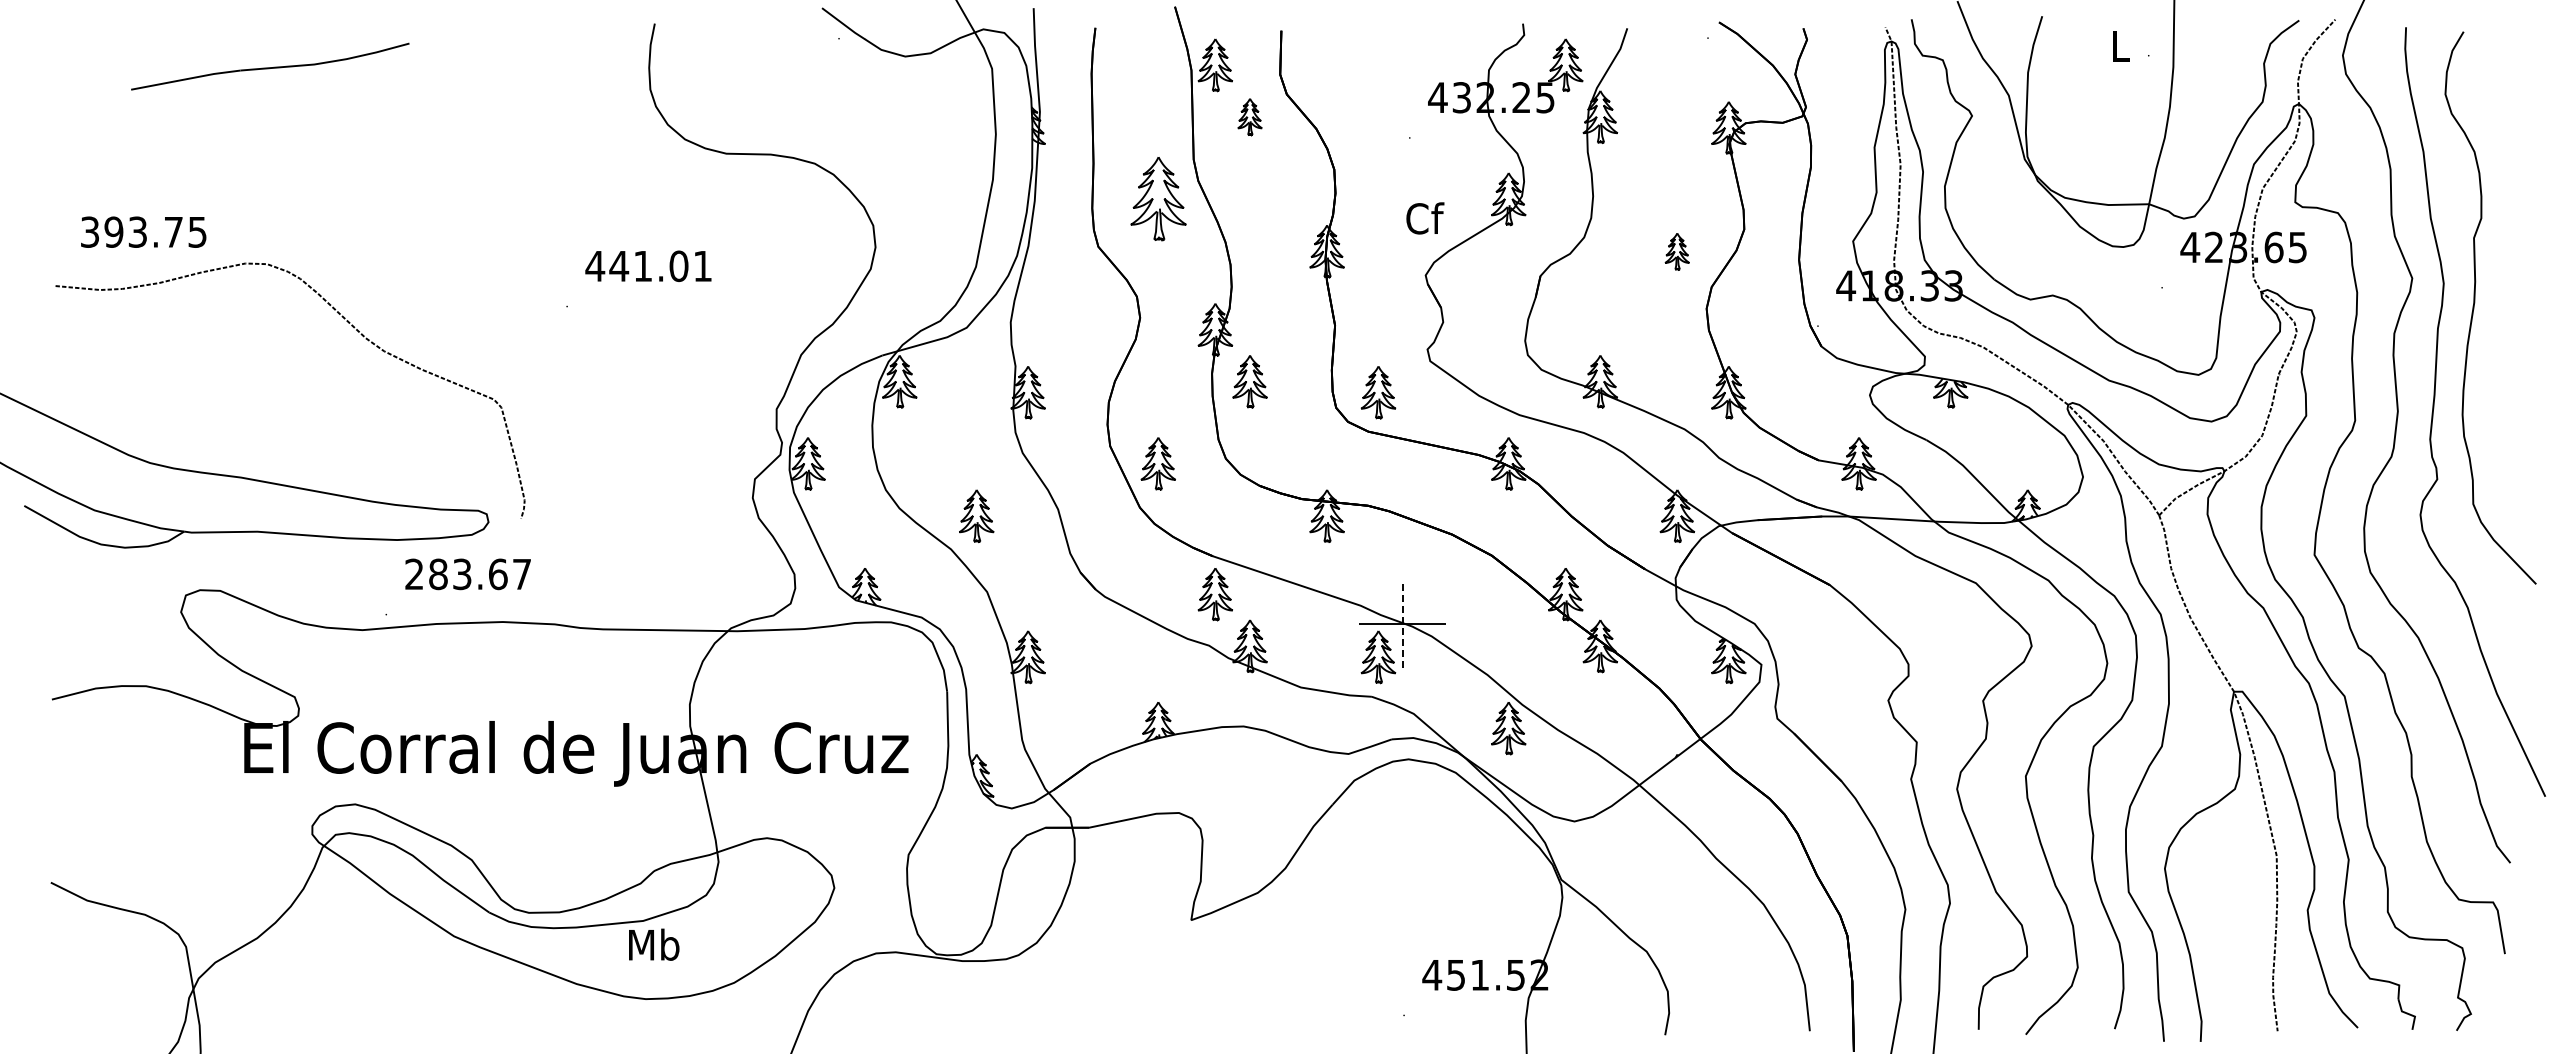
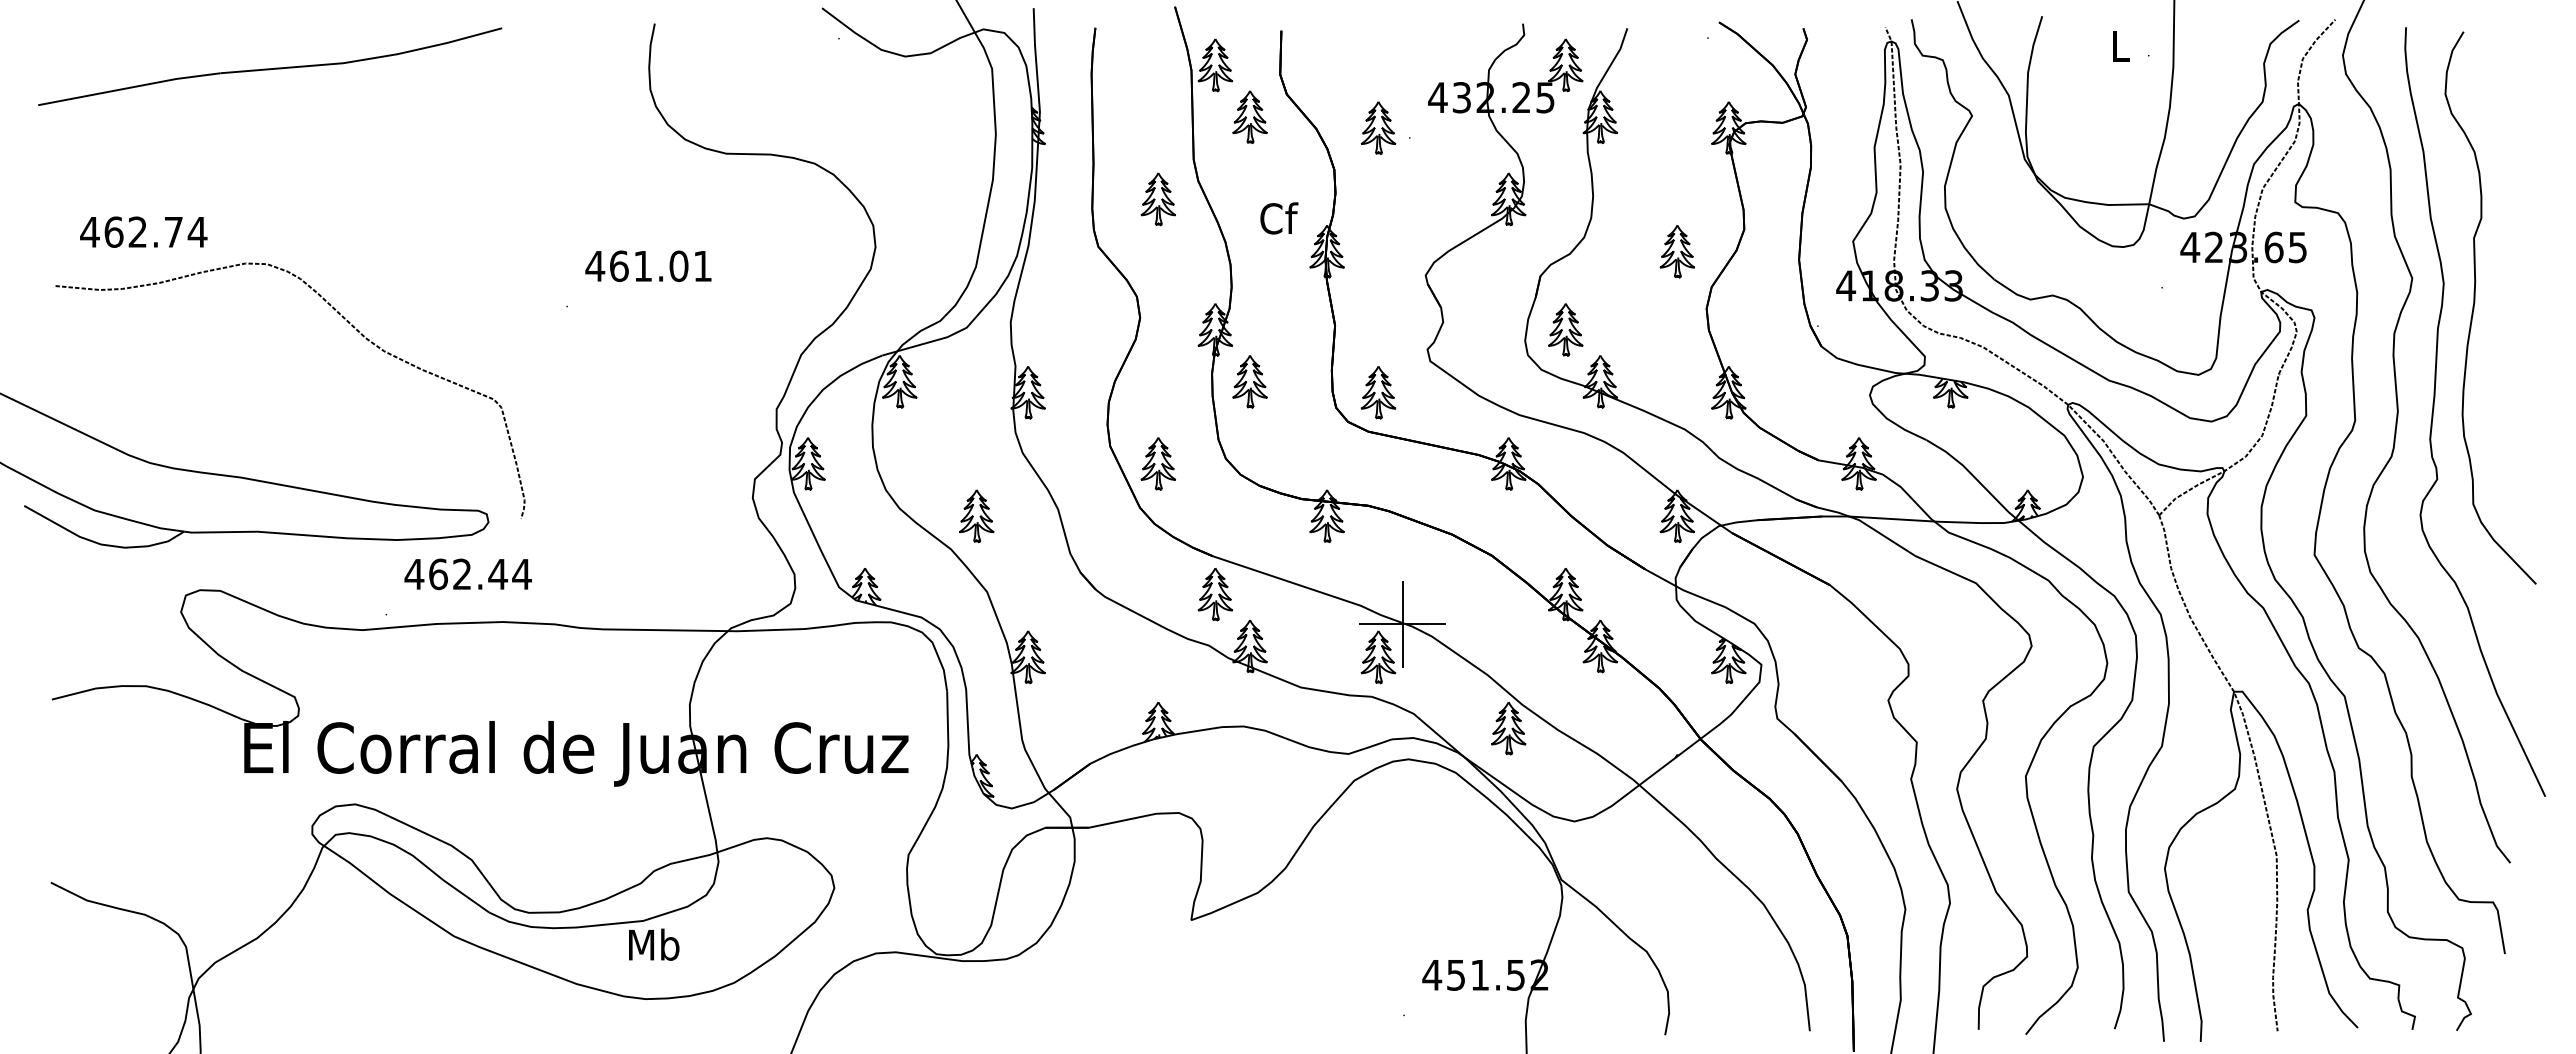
part at (270, 66) size: 279x49 px -> 465x79 px
part at (1249, 117) size: 26x39 px -> 36x54 px
part at (1378, 127): none -> present
part at (1158, 199) size: 57x85 px -> 36x55 px
text at (1425, 218) position: (1425, 218) -> (1279, 218)
text at (143, 231): 393.75 -> 462.74
part at (1676, 251) size: 26x38 px -> 36x54 px
text at (619, 266): 441.01 -> 461.01
part at (1565, 329): none -> present
text at (467, 574): 283.67 -> 462.44
line at (1402, 624): dashed -> solid
